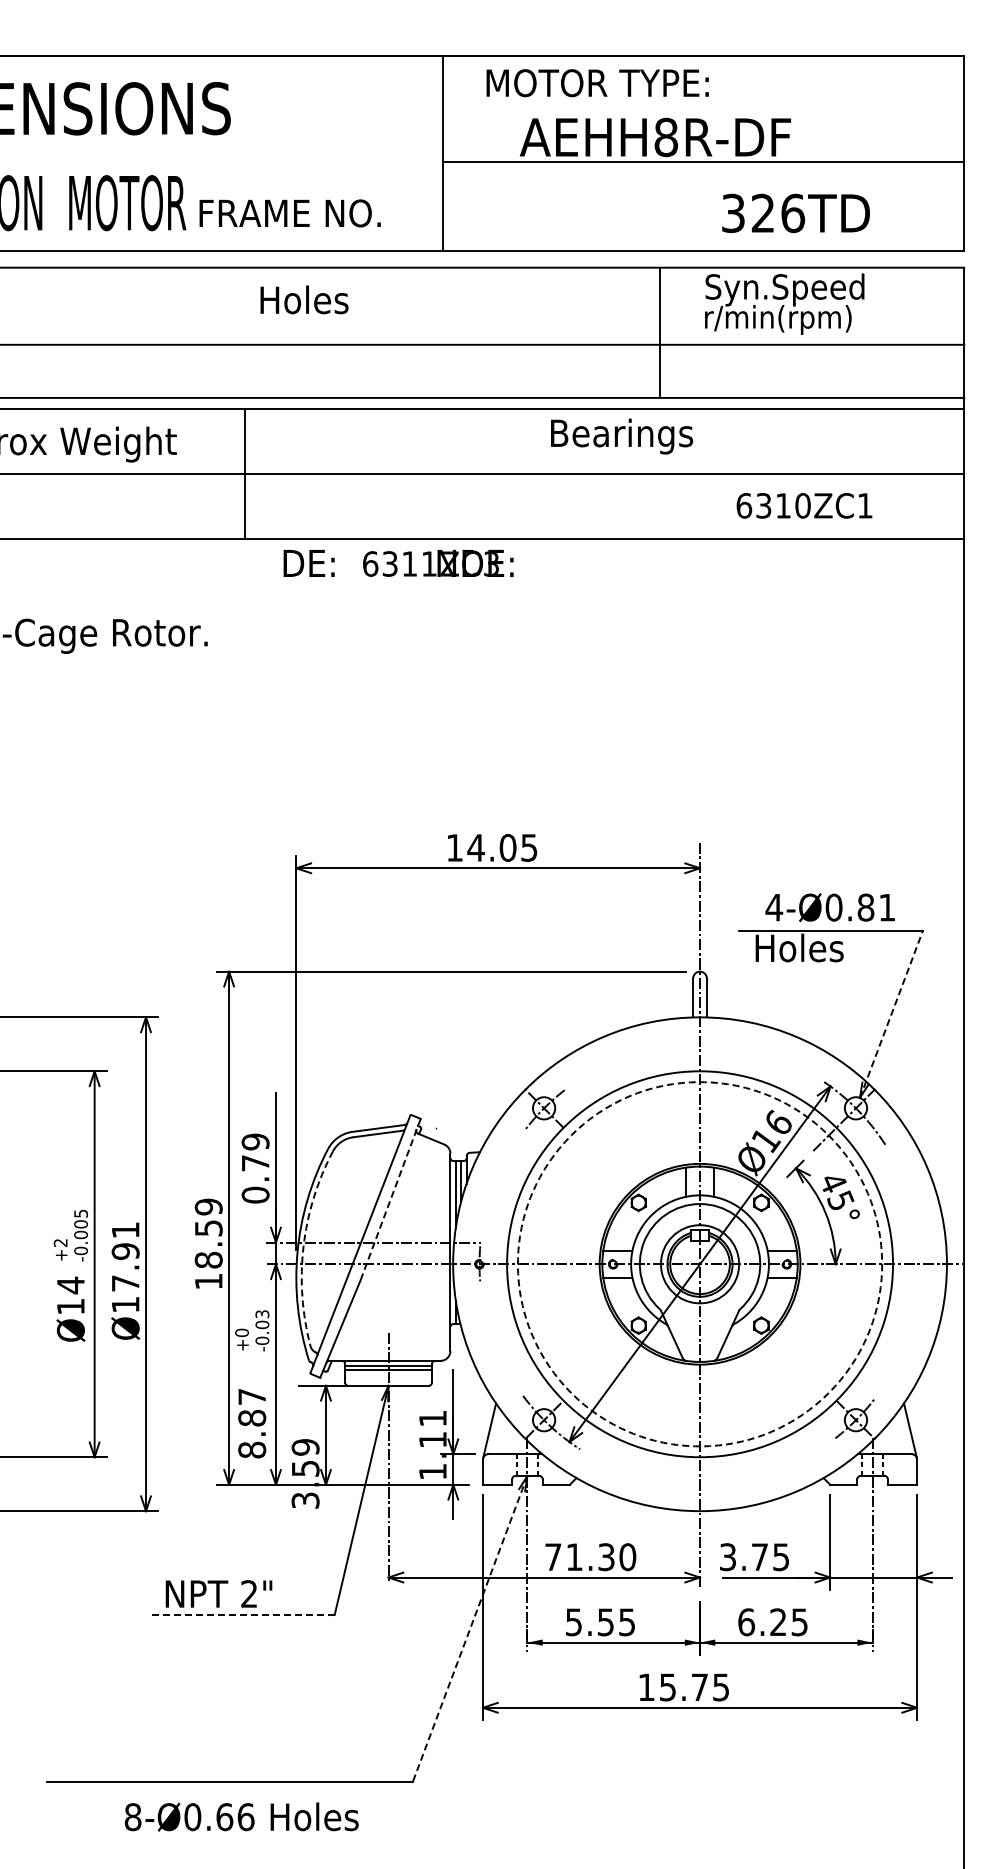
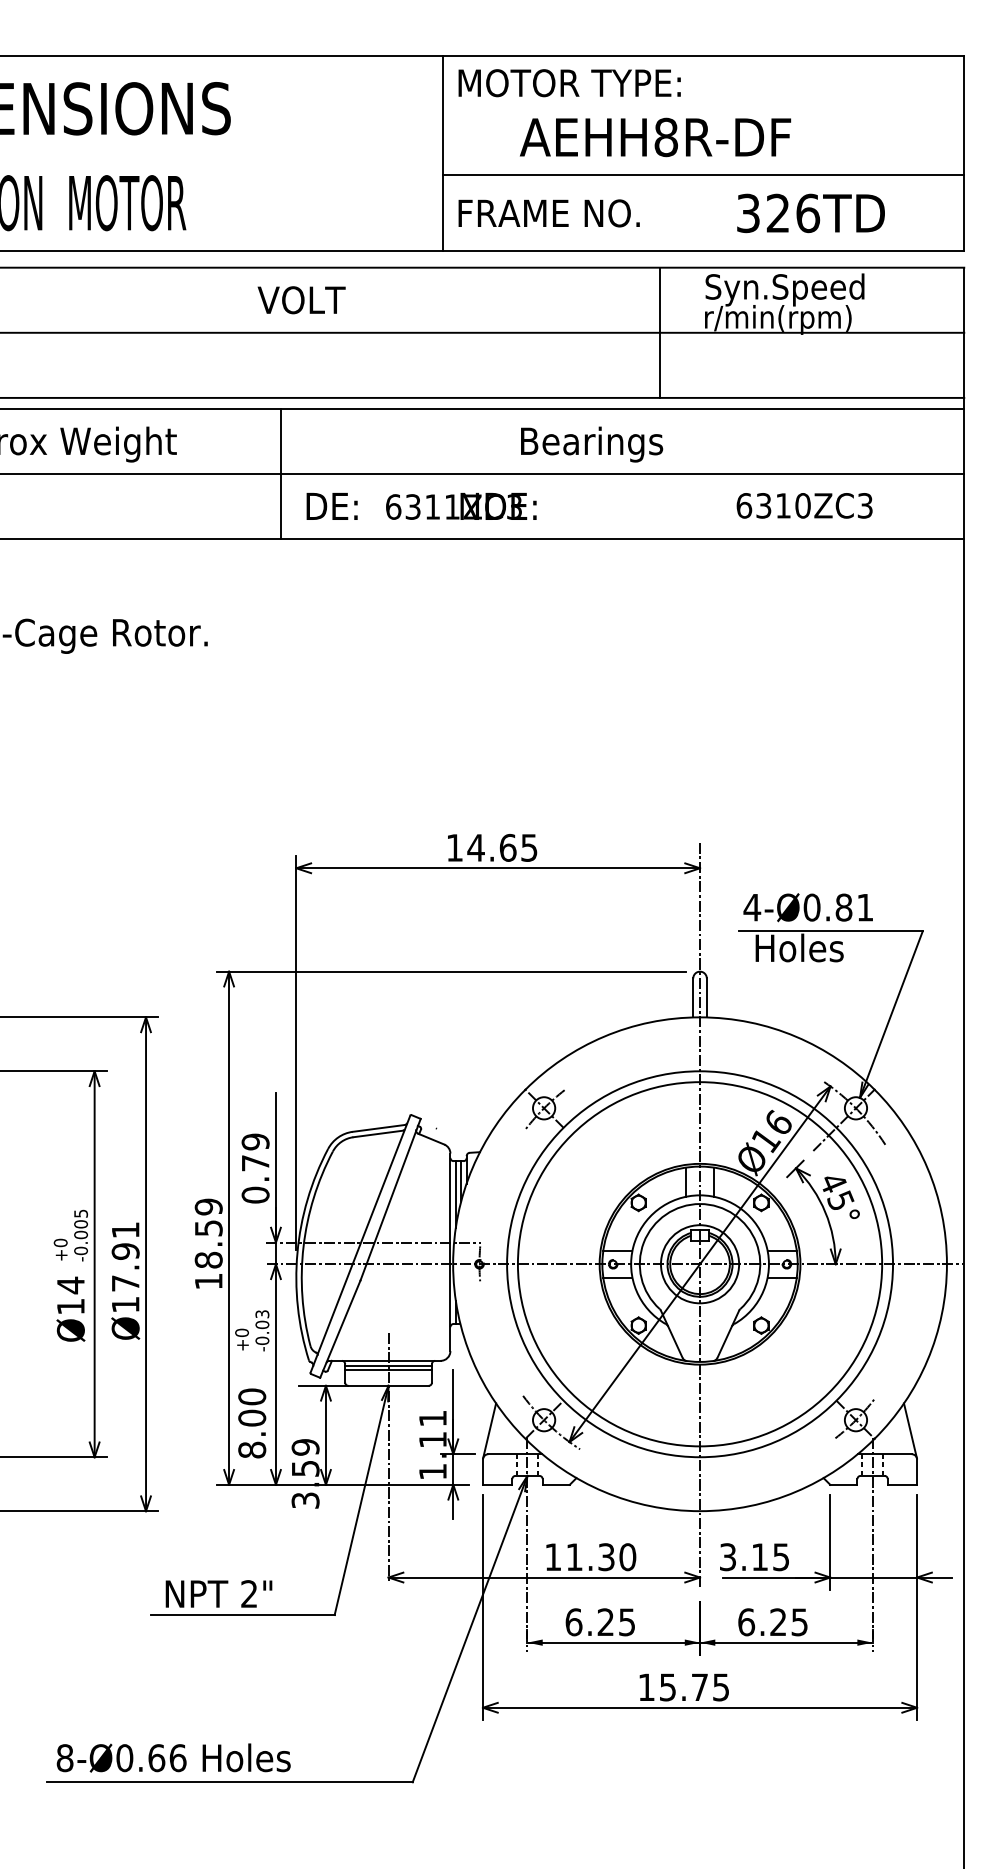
text at (597, 83) position: (597, 83) -> (569, 83)
line at (703, 162) position: (703, 162) -> (703, 175)
text at (289, 213) position: (289, 213) -> (548, 213)
text at (795, 213) position: (795, 213) -> (810, 213)
text at (302, 299): Holes -> VOLT
line at (483, 344) position: (483, 344) -> (483, 332)
text at (622, 436) position: (622, 436) -> (592, 444)
line at (244, 473) position: (244, 473) -> (280, 473)
text at (864, 505): 6310ZC1 -> 6310ZC3
text at (398, 563) position: (398, 563) -> (421, 506)
text at (507, 847): 14.05 -> 14.65
text at (829, 907) position: (829, 907) -> (807, 907)
line at (891, 1014): dashed -> solid
line at (390, 1200): dashed -> solid
text at (60, 1242): +2 -> +0
arc at (303, 1246): dashed -> solid
circle at (699, 1264): dashed -> solid
text at (252, 1407): 8.87 -> 8.00
text at (553, 1556): 71.30 -> 11.30
text at (759, 1556): 3.75 -> 3.15
line at (243, 1615): dashed -> solid
text at (589, 1622): 5.55 -> 6.25
line at (470, 1629): dashed -> solid
text at (241, 1816) position: (241, 1816) -> (173, 1757)
